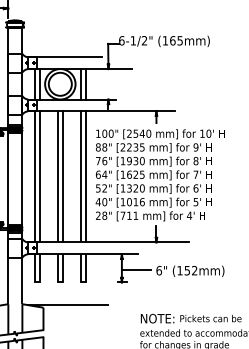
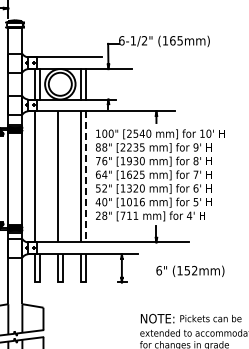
line at (39, 176): present -> none
line at (62, 176): present -> none
line at (85, 176): solid -> dashed
line at (136, 270): present -> none
line at (67, 305): present -> none
